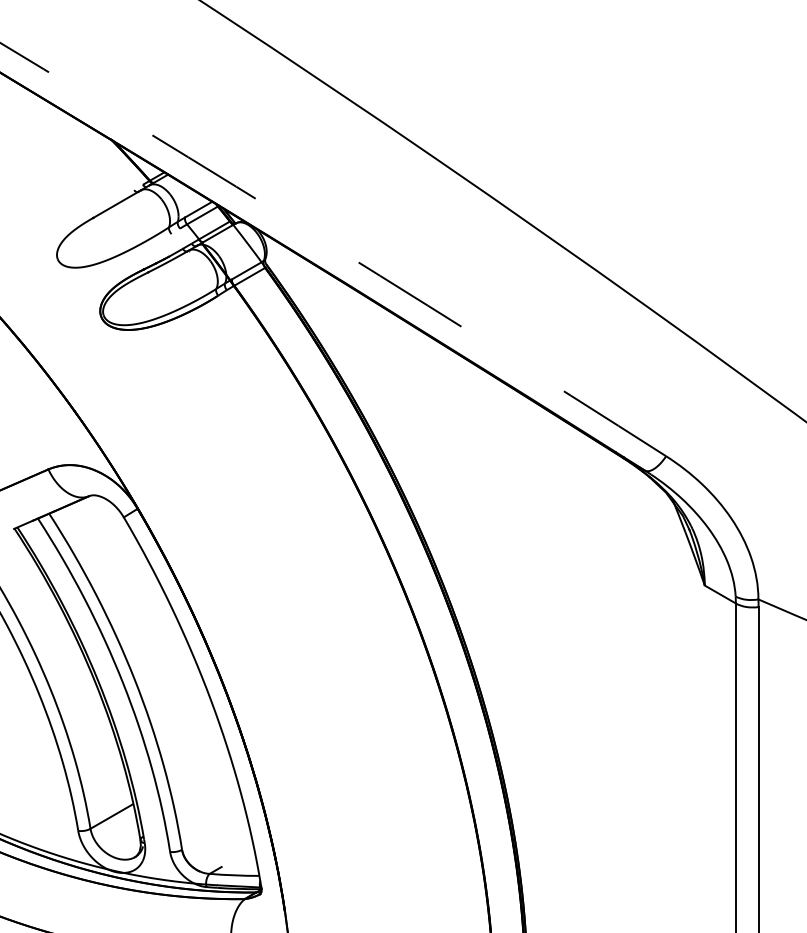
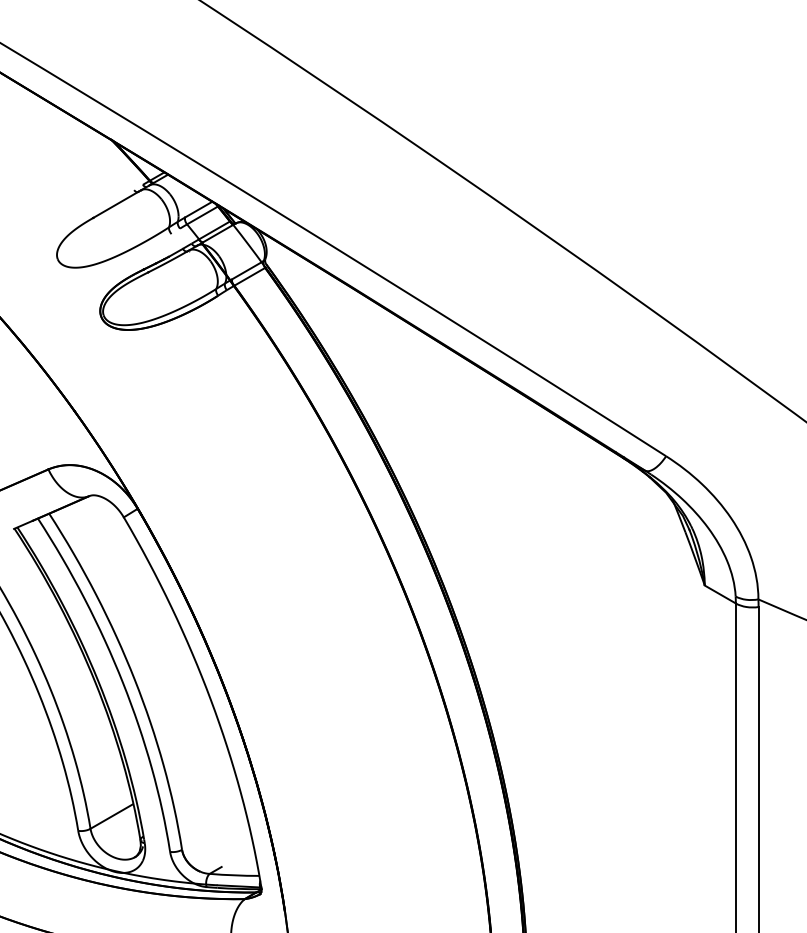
arc at (334, 247): dashed -> solid
